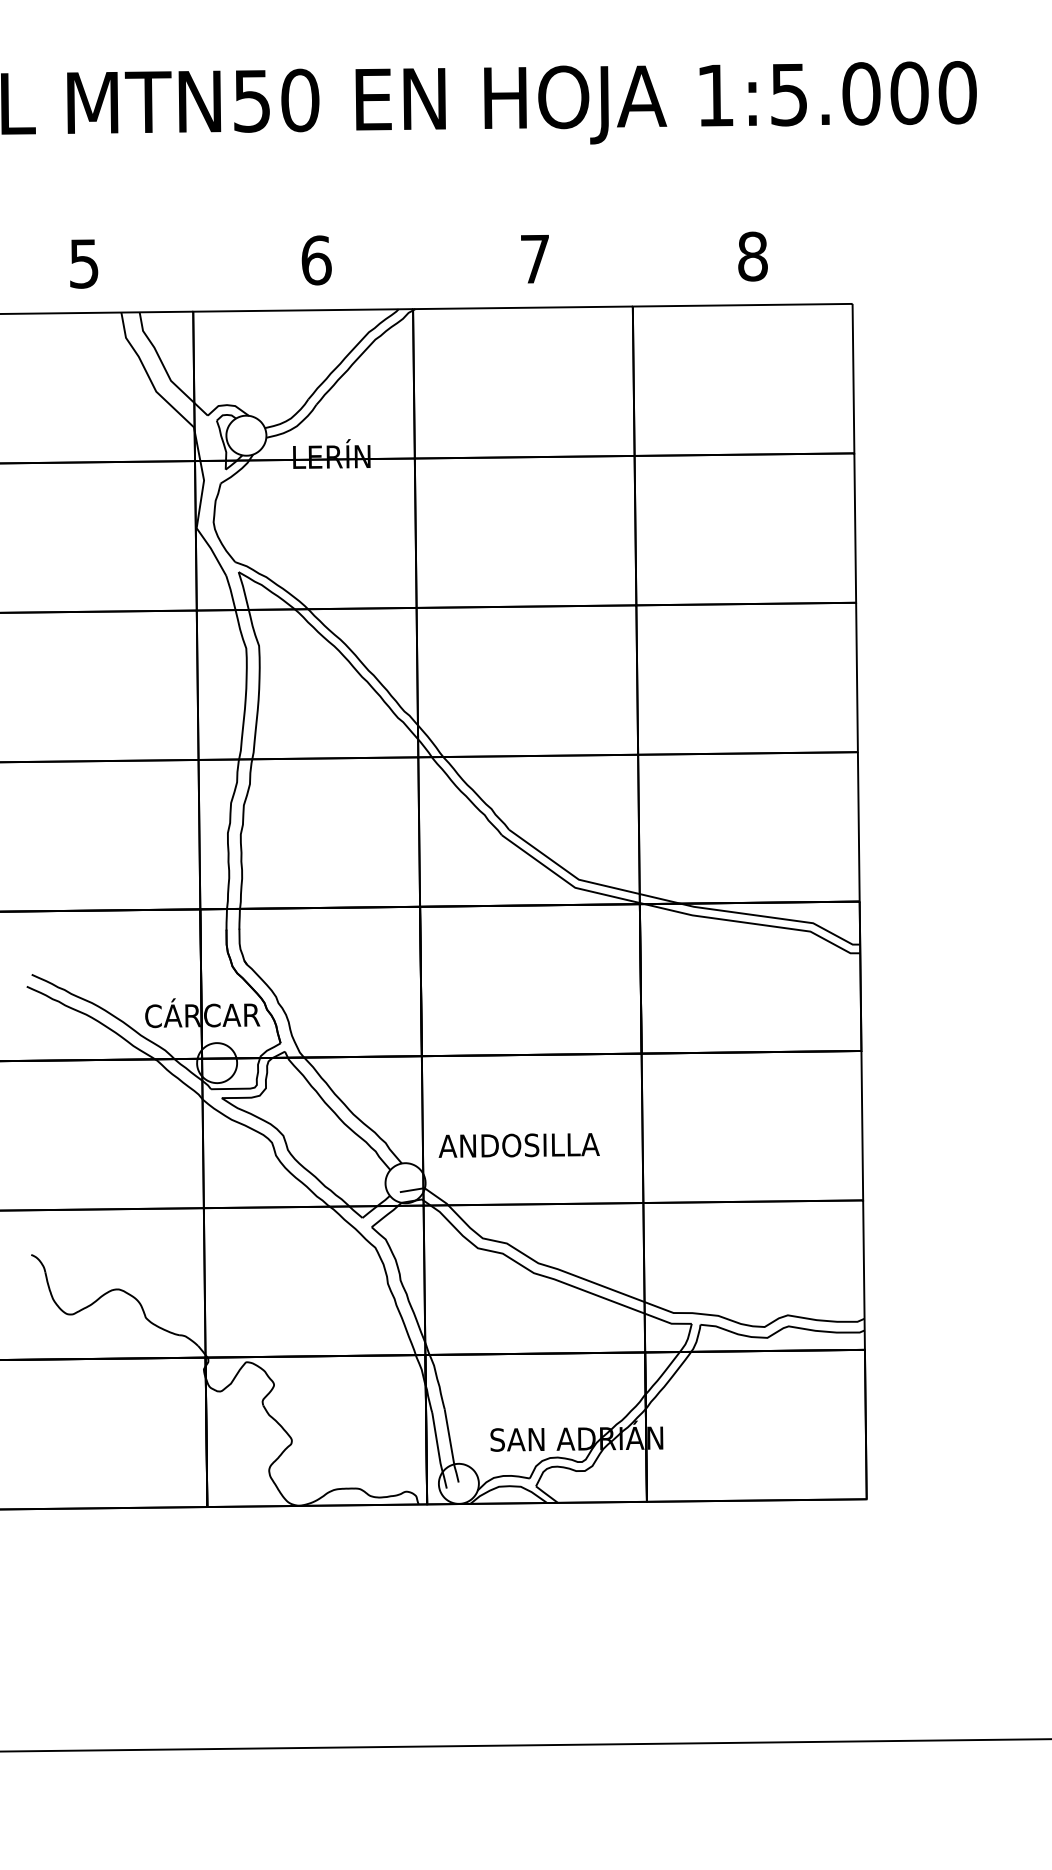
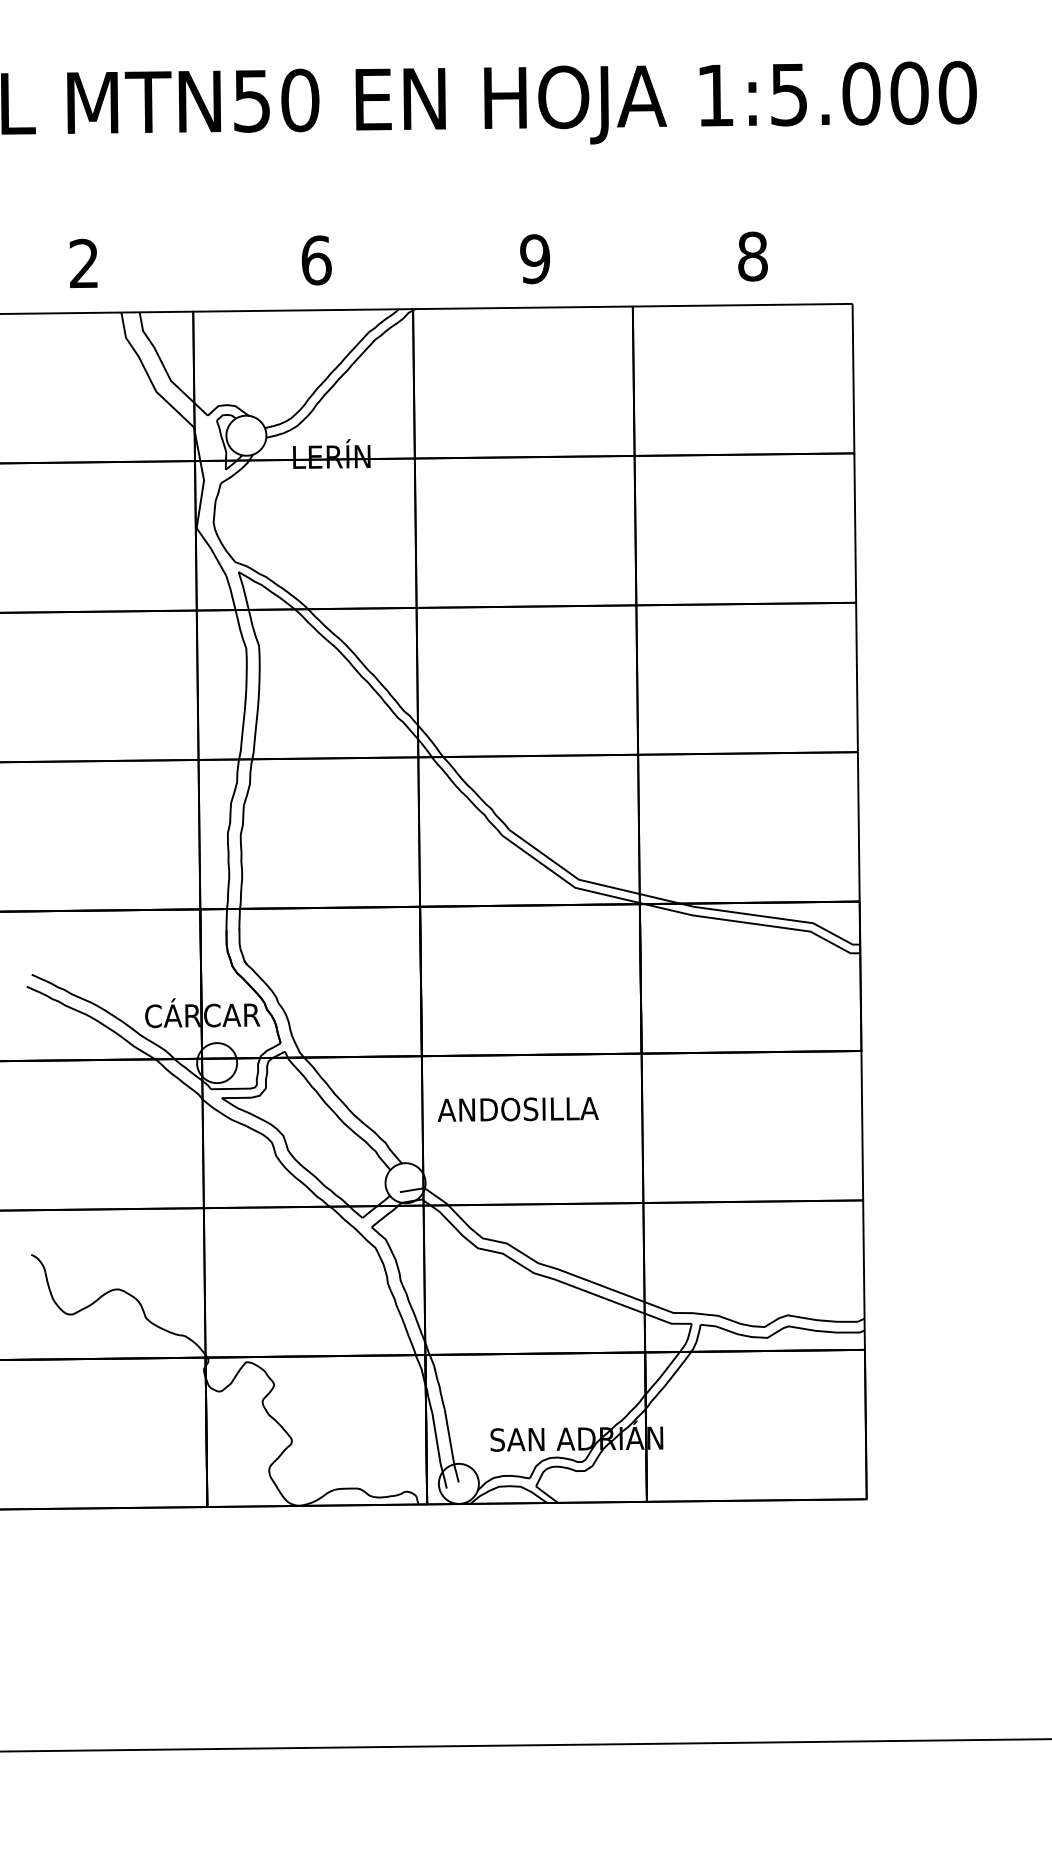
text at (535, 259): 7 -> 9
text at (83, 263): 5 -> 2
text at (518, 1145) position: (518, 1145) -> (517, 1109)
